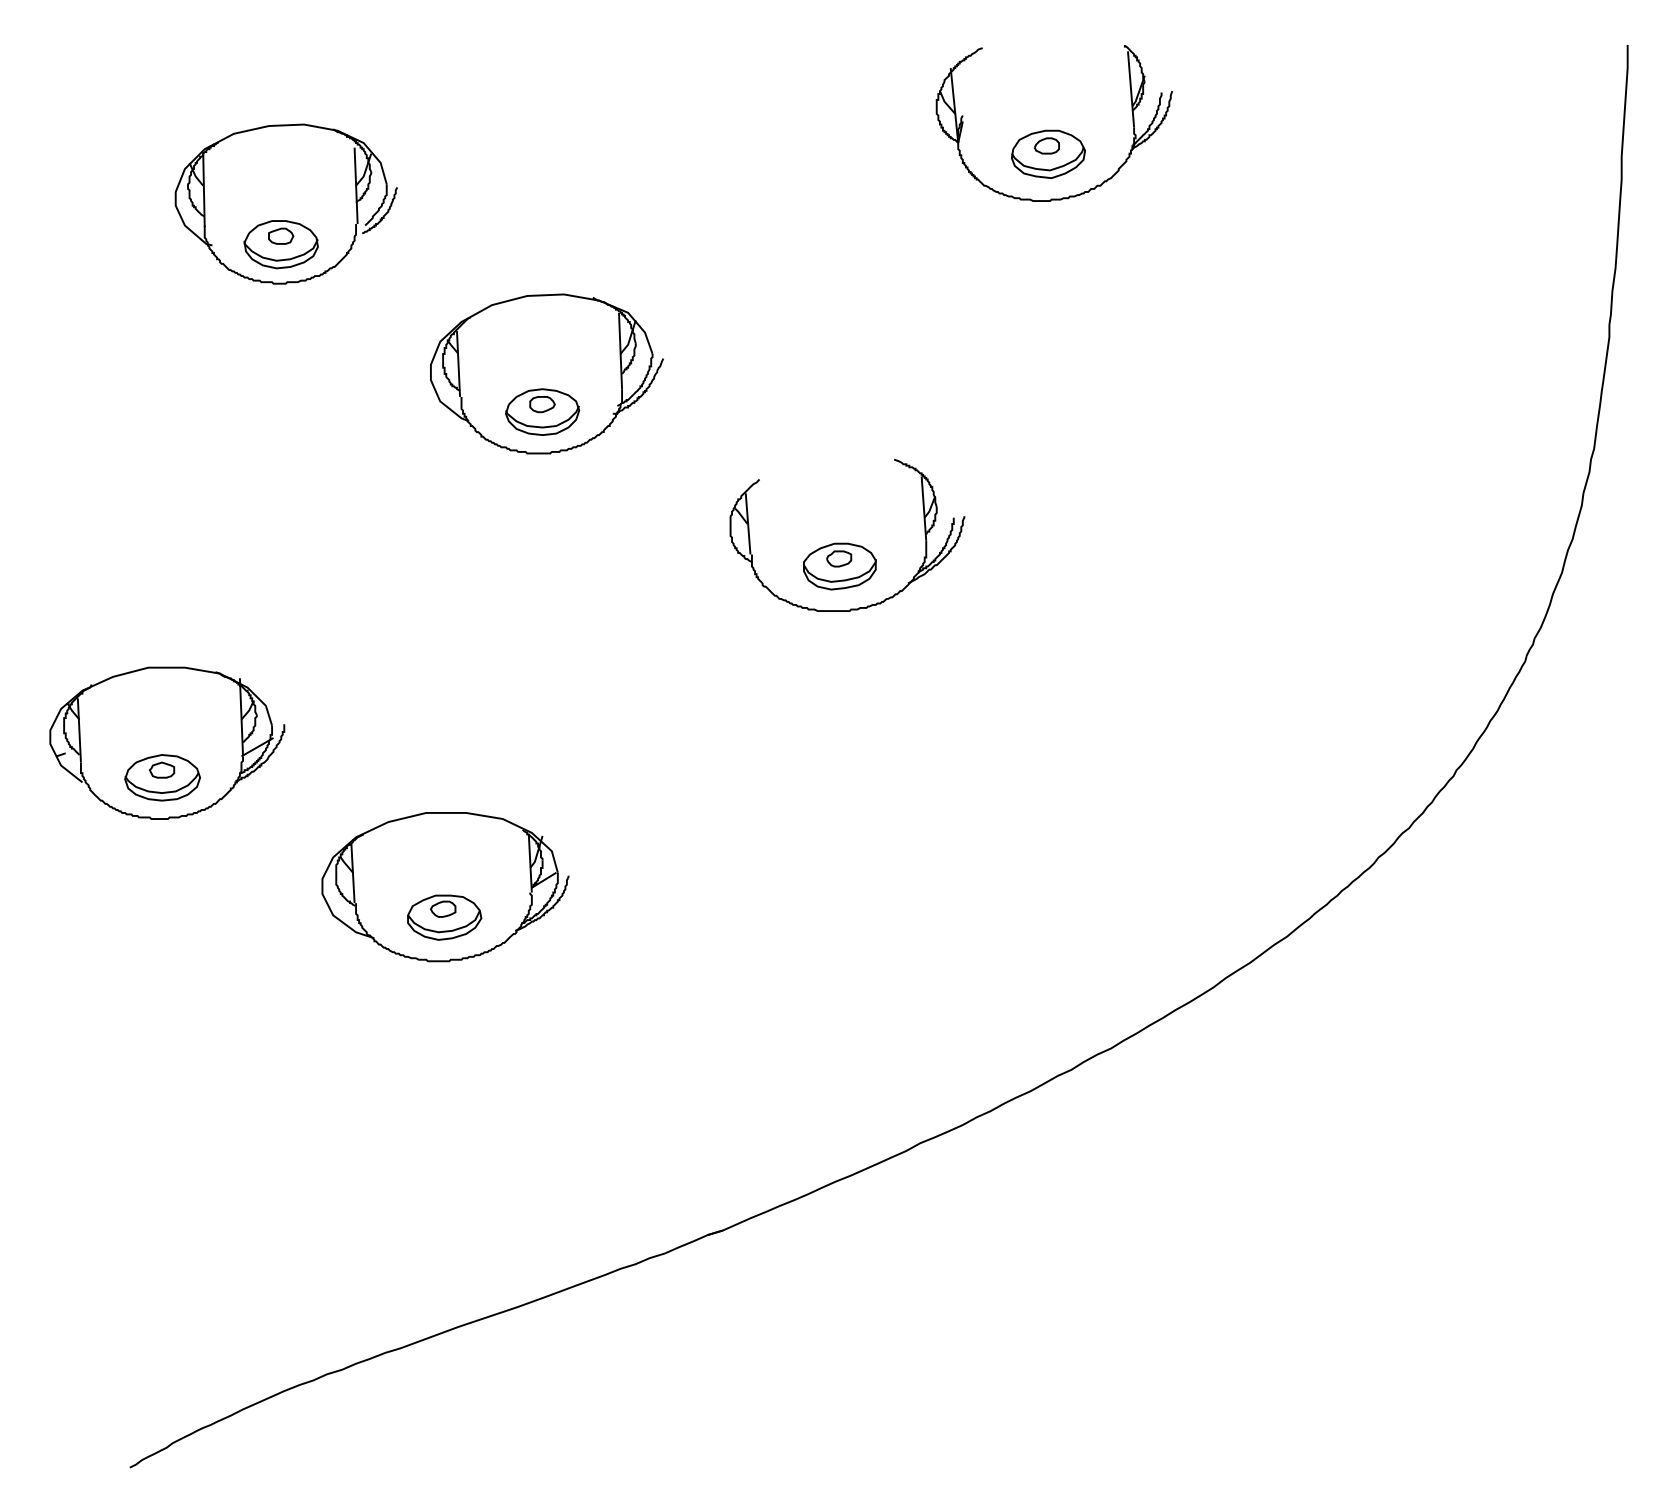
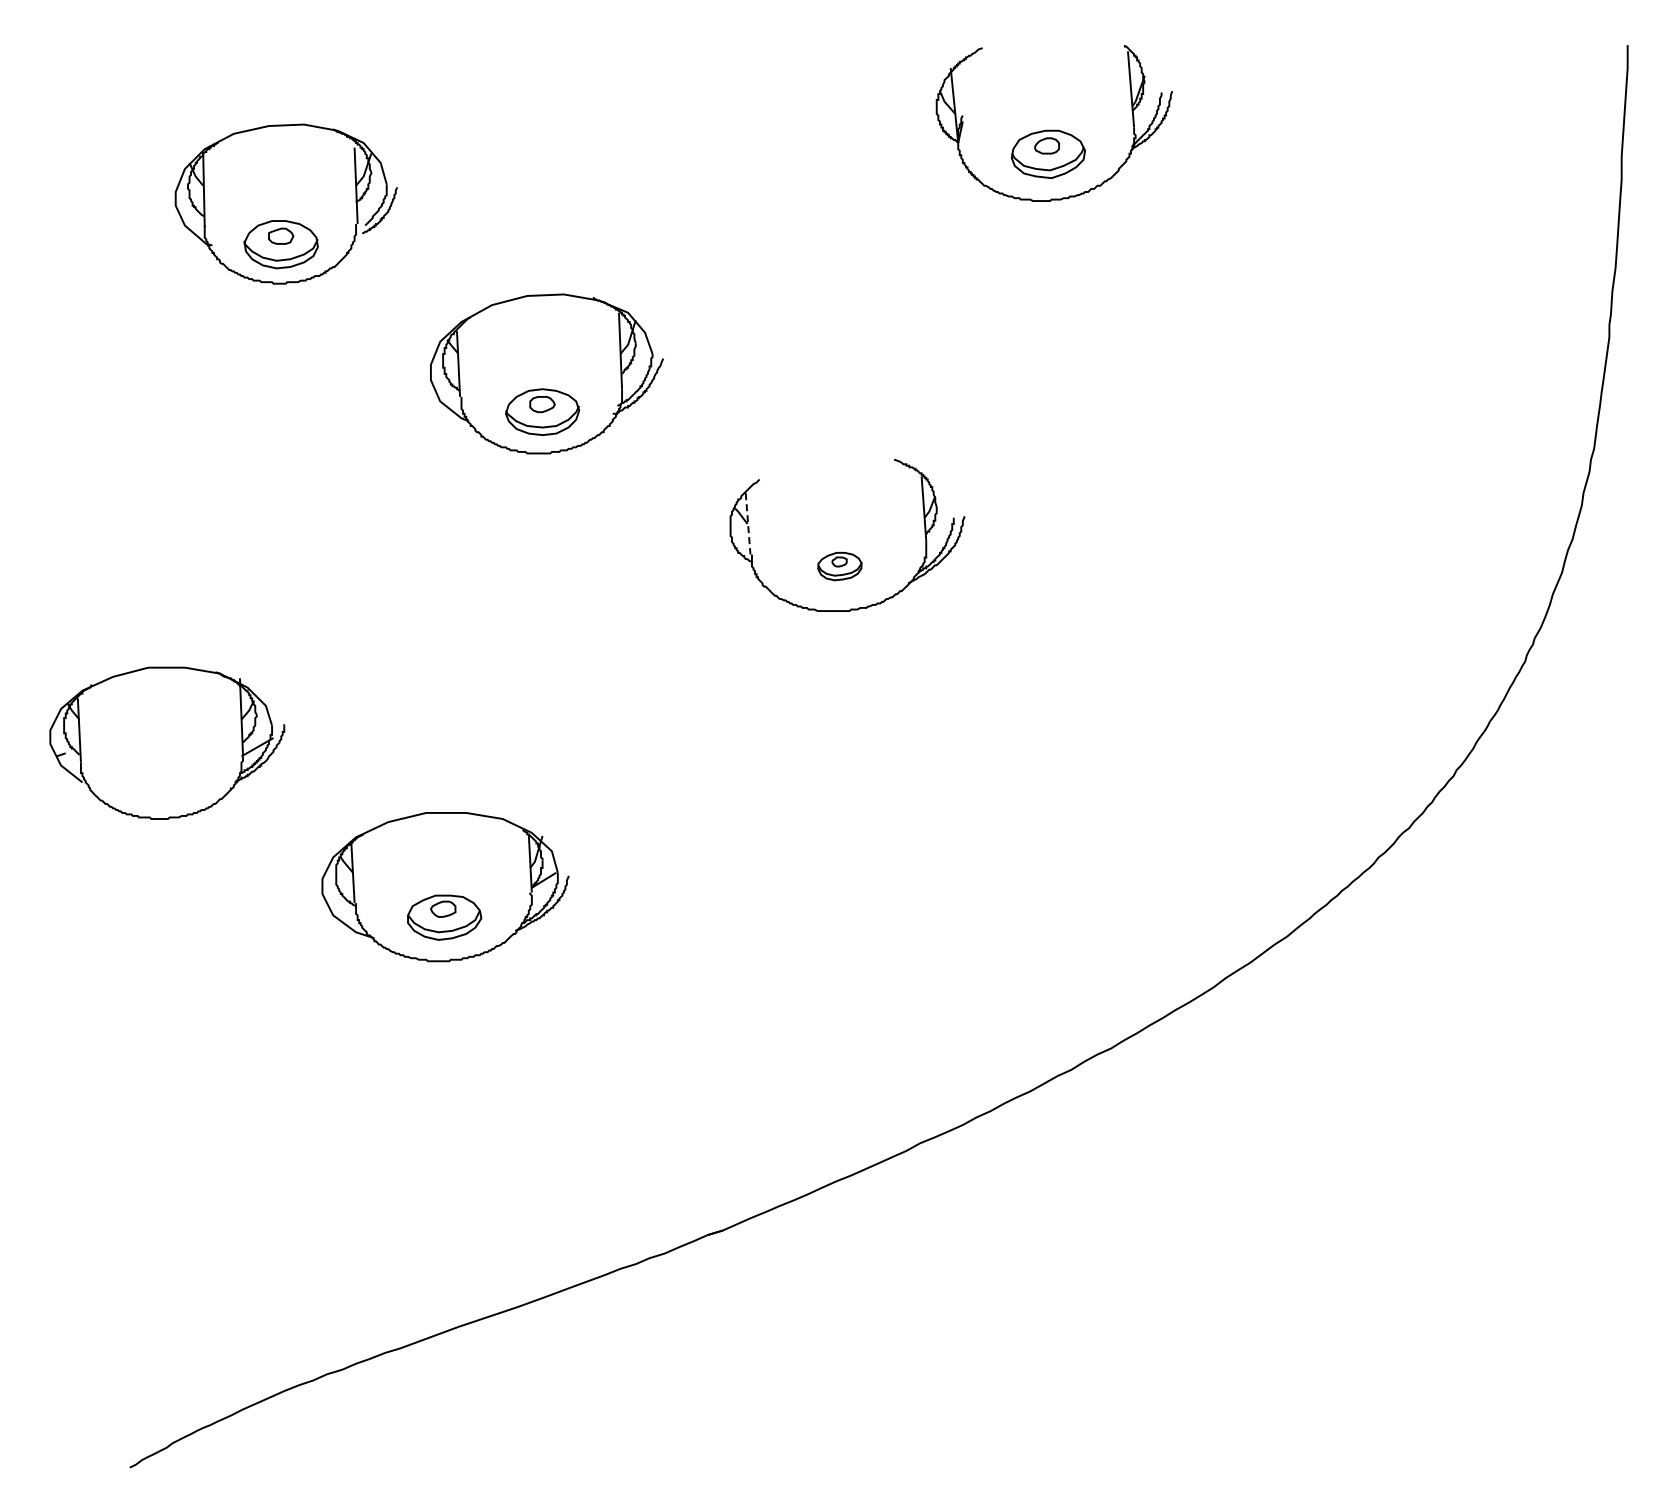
line at (748, 523): solid -> dashed
part at (839, 566) size: 74x49 px -> 46x31 px
part at (162, 777): present -> none
